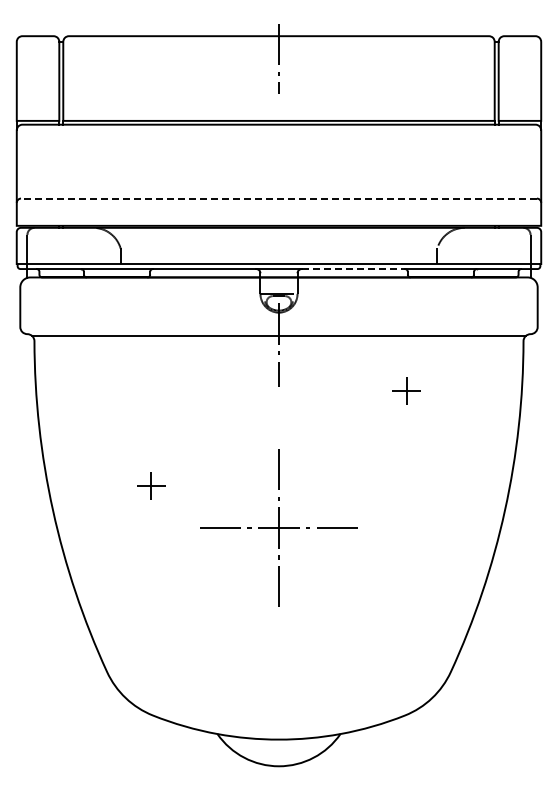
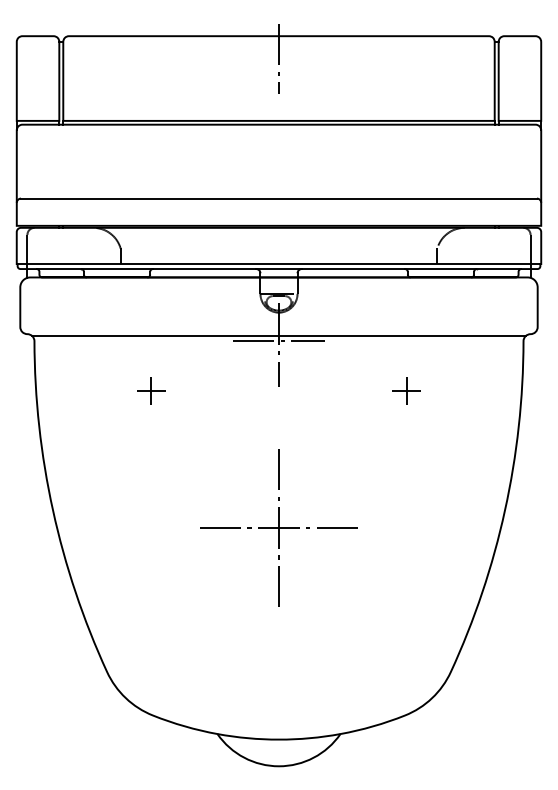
line at (279, 198): dashed -> solid
line at (353, 269): dashed -> solid
line at (278, 341): none -> present
part at (151, 485) position: (151, 485) -> (151, 390)
